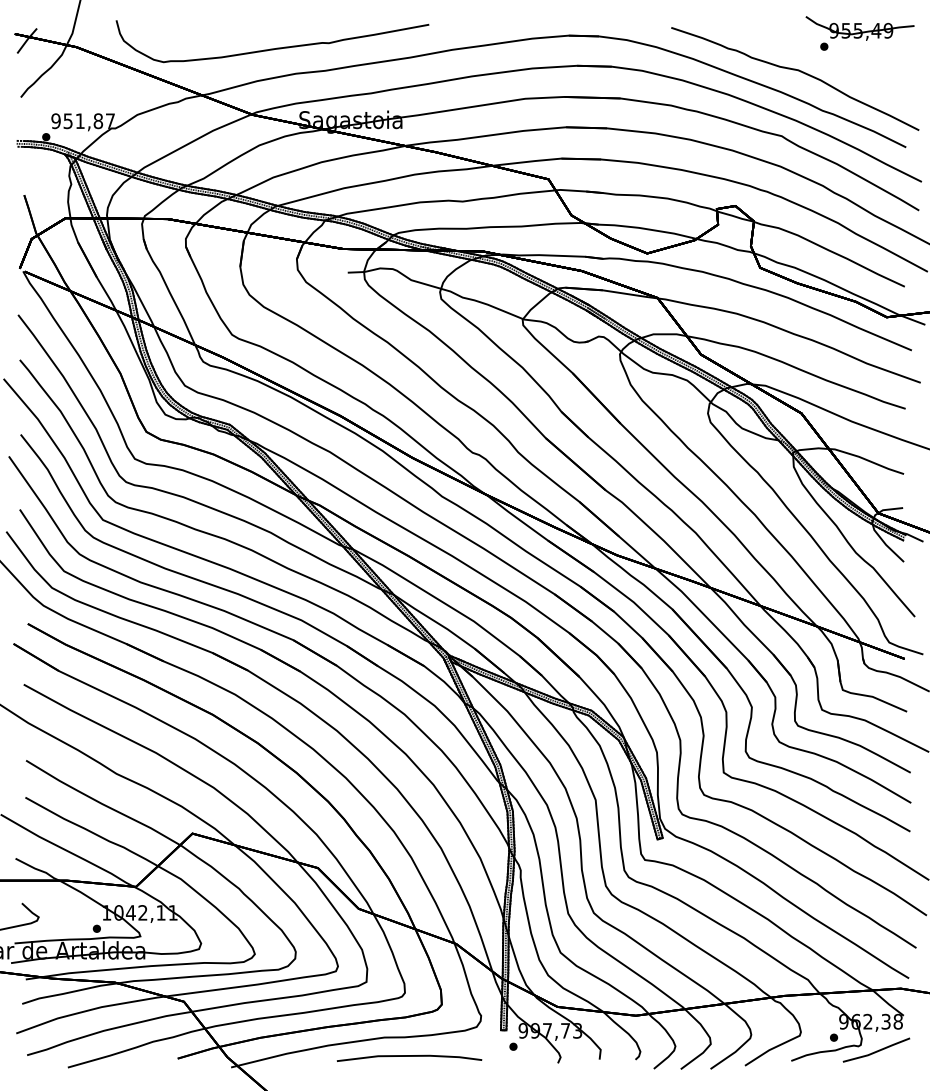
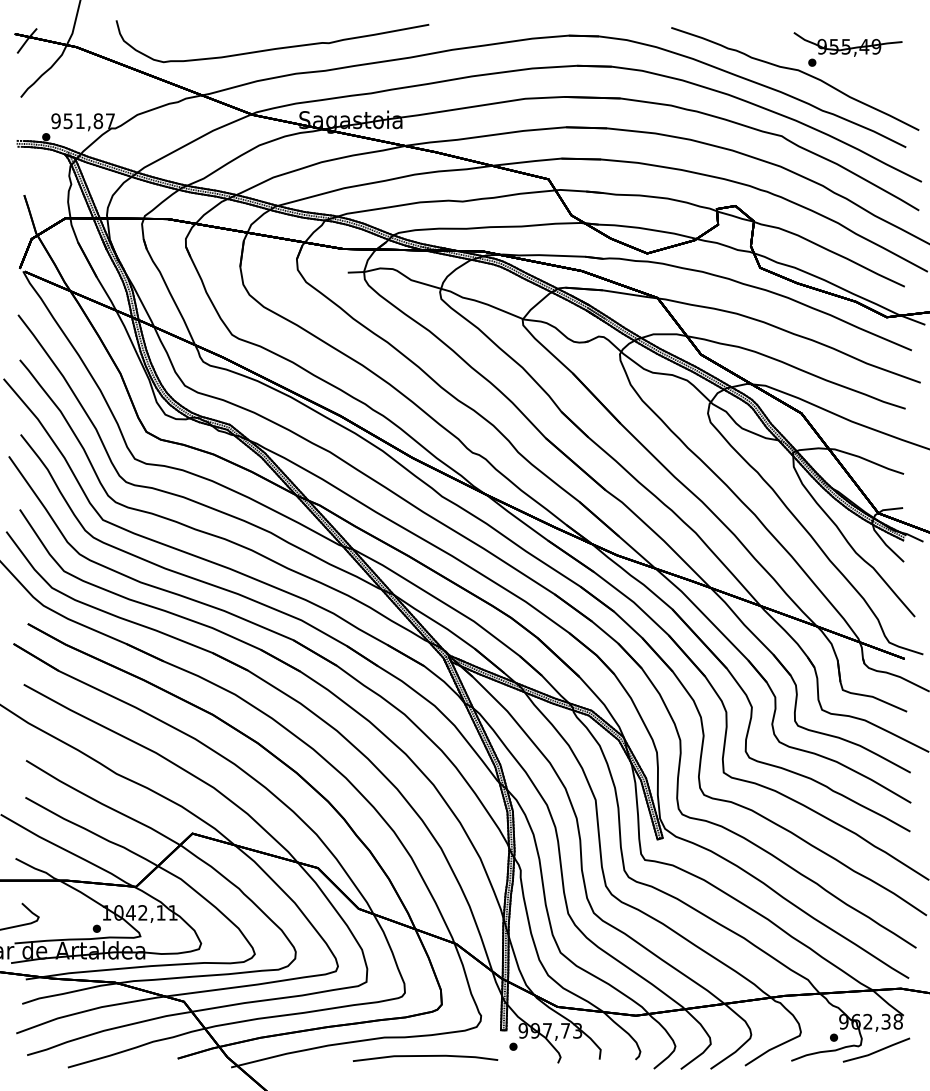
part at (859, 33) position: (859, 33) -> (847, 49)
line at (409, 1056) position: (409, 1056) -> (425, 1056)
